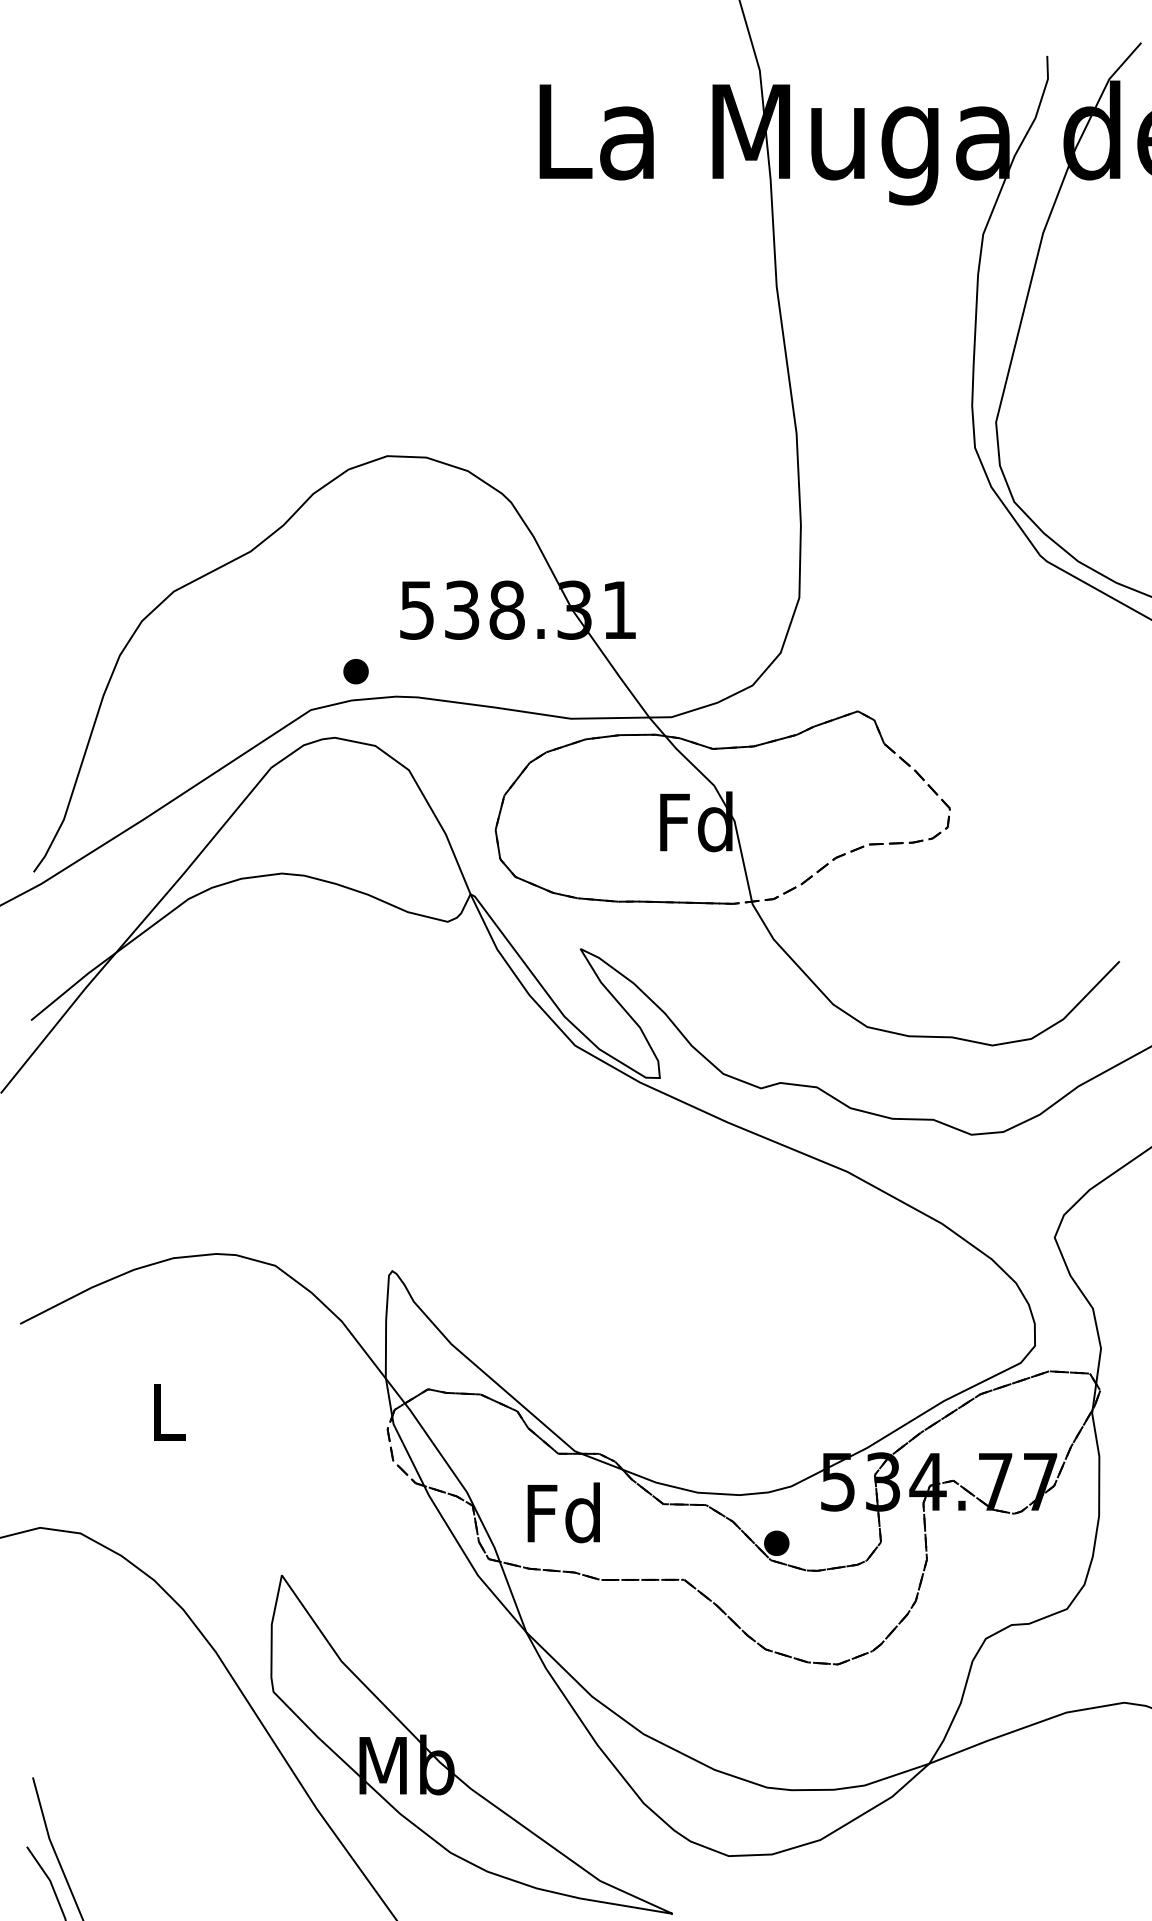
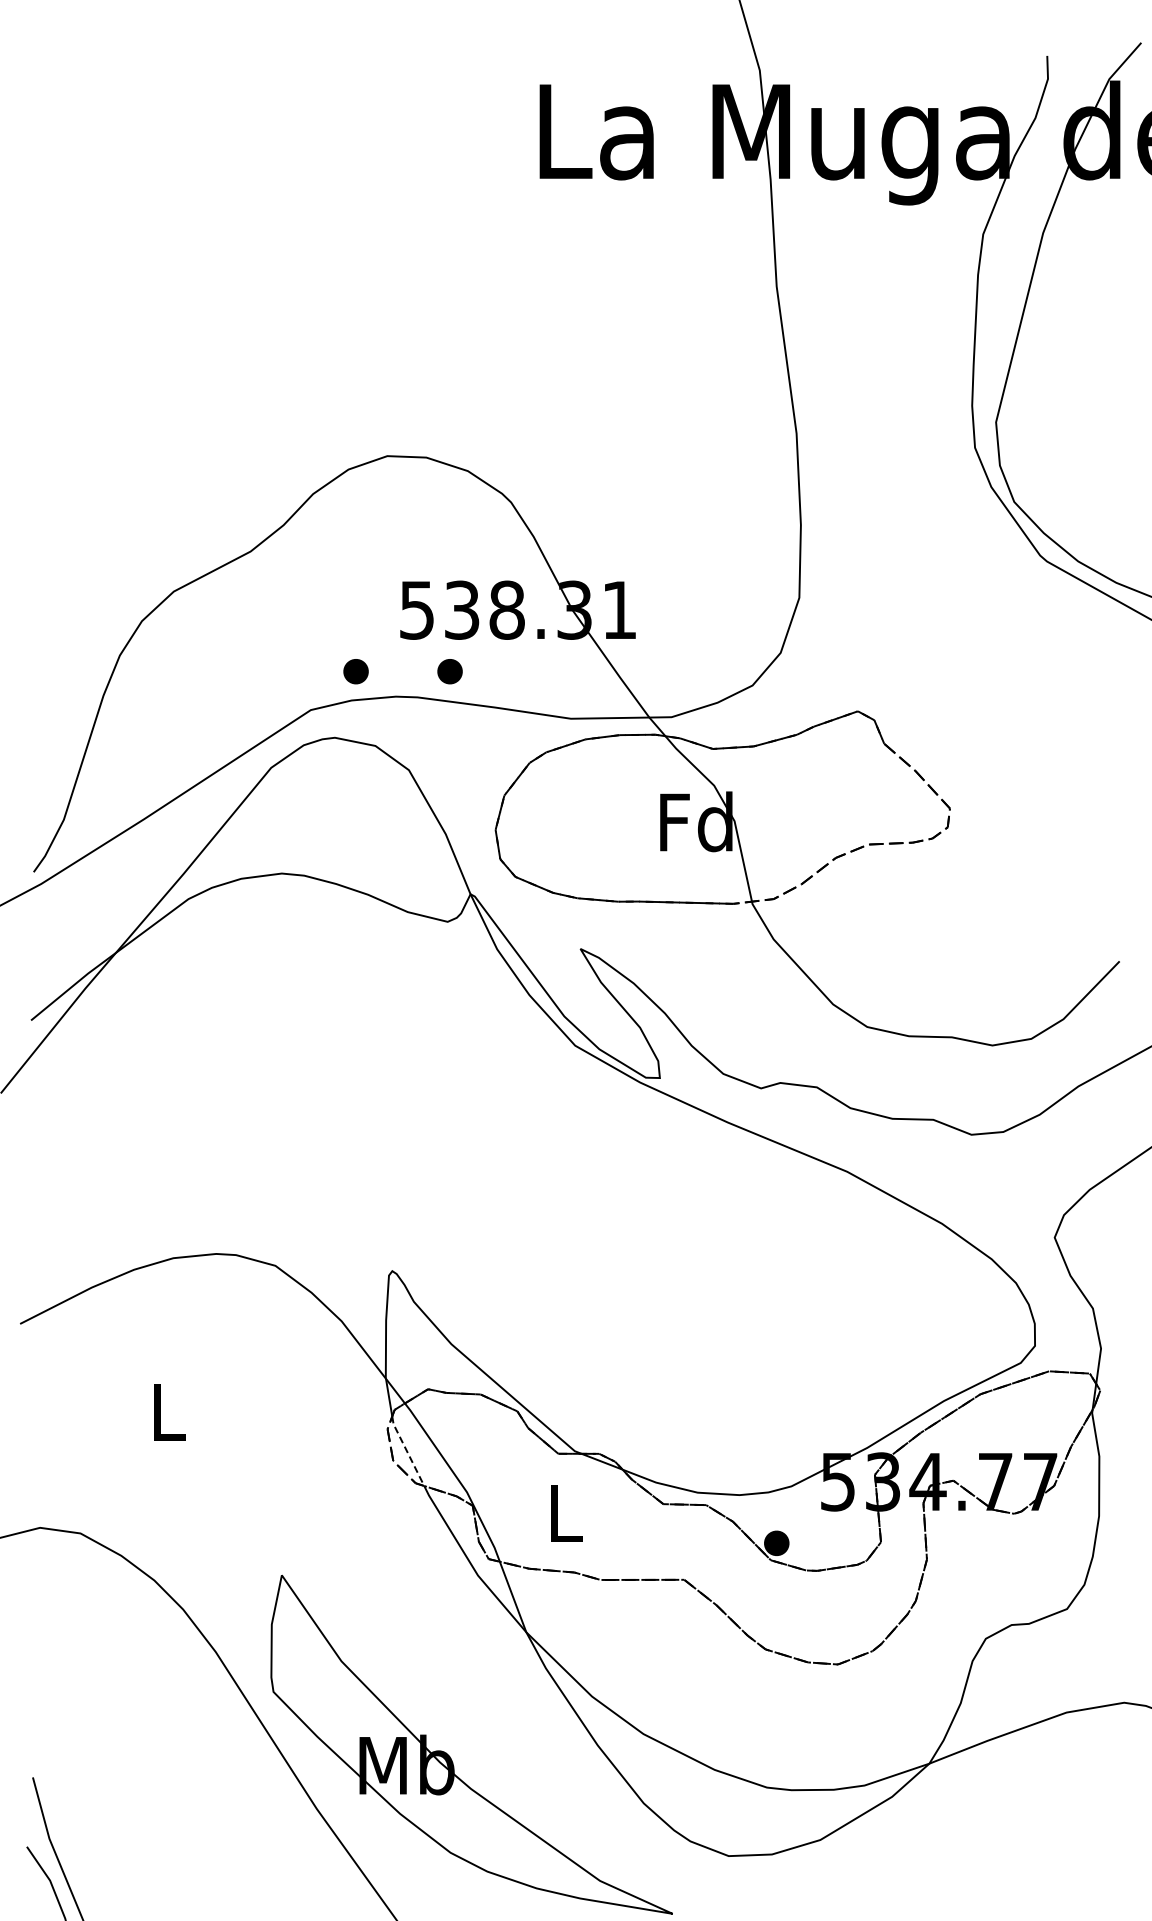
part at (449, 671): none -> present
line at (406, 1451): solid -> dashed
text at (563, 1512): Fd -> L
